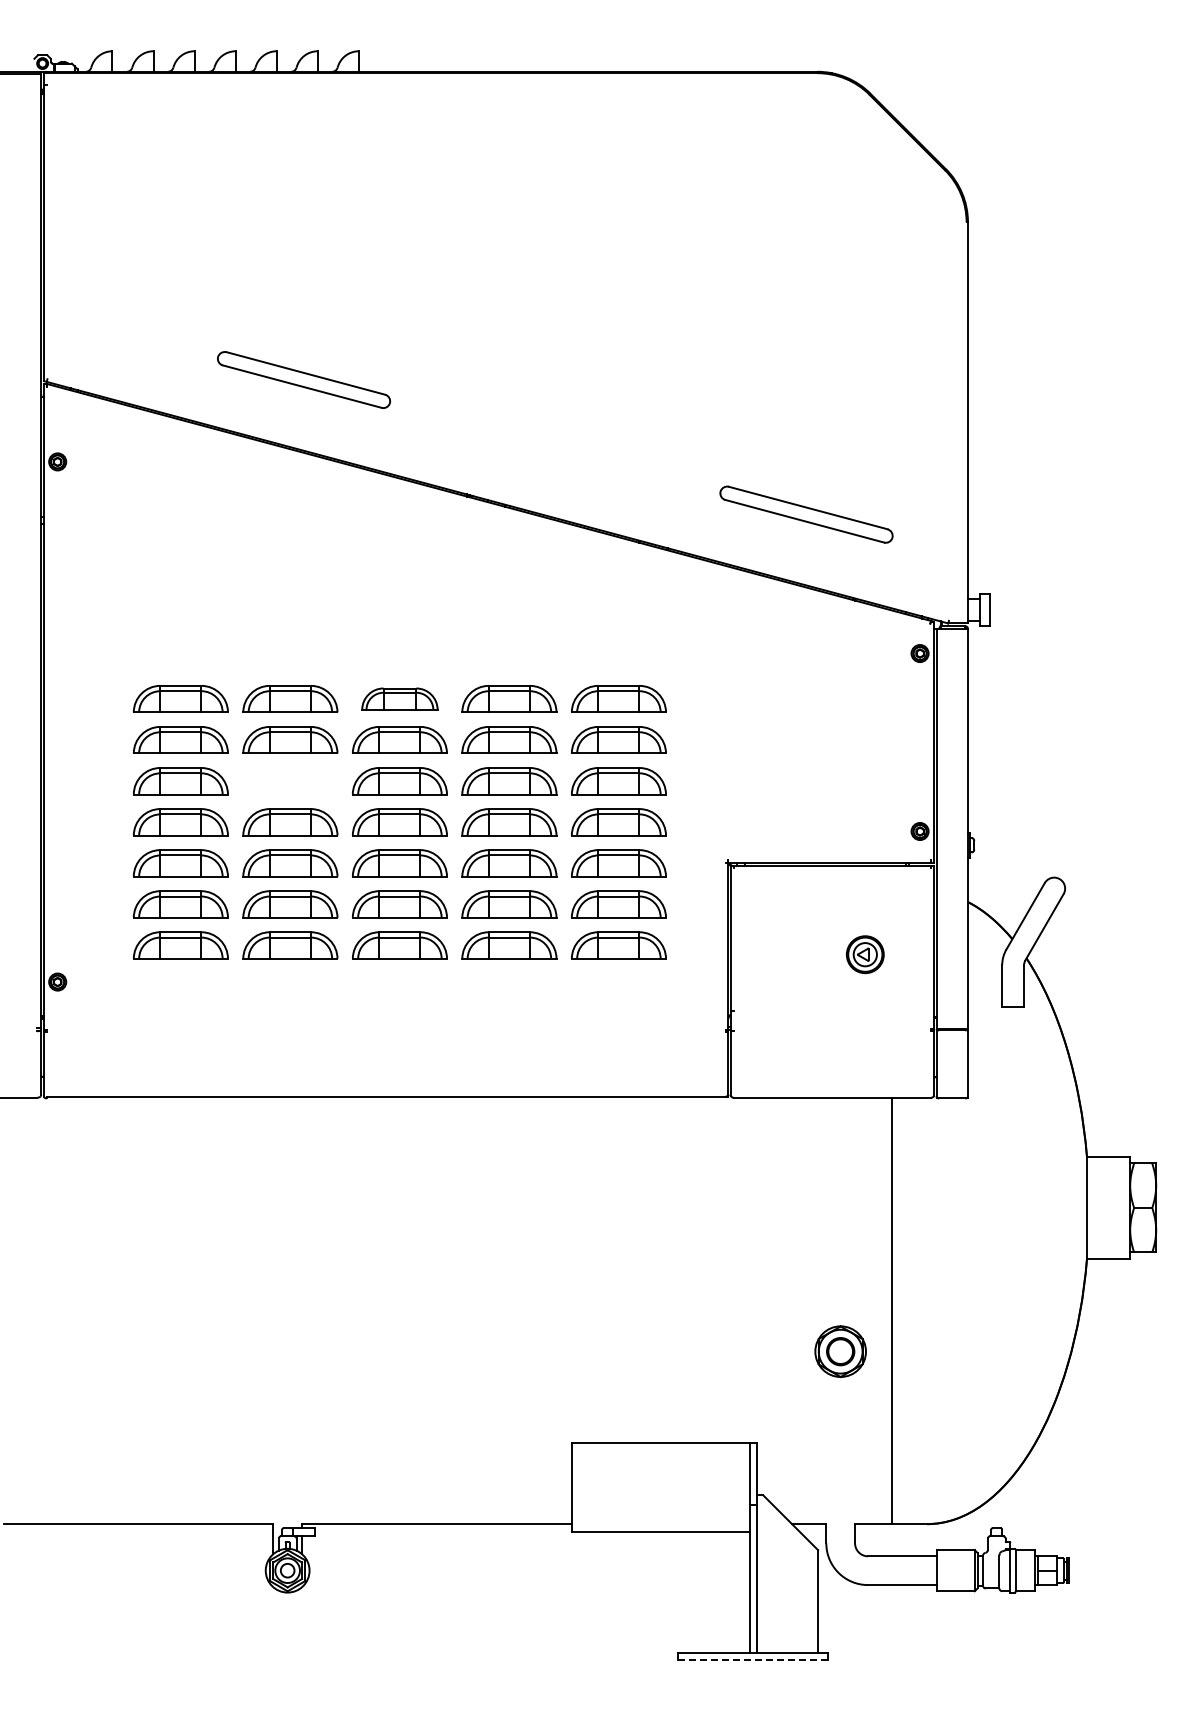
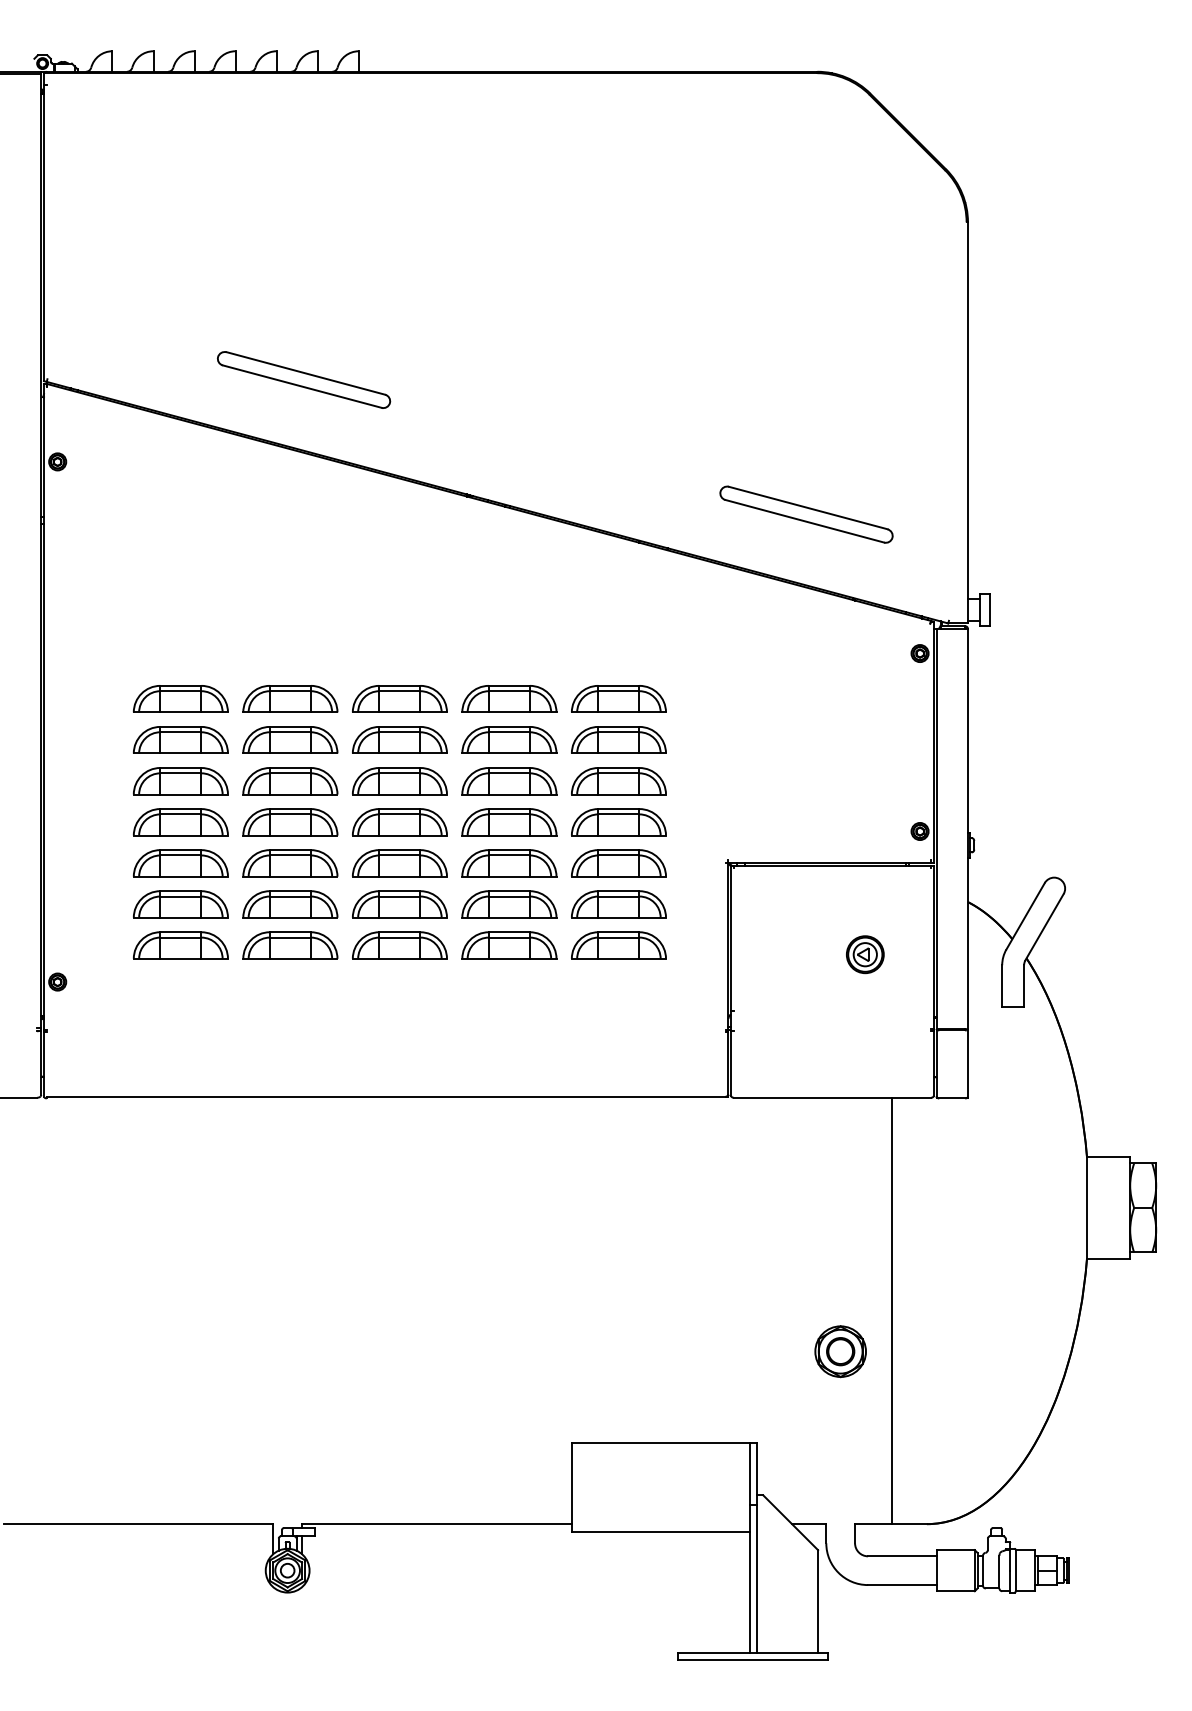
part at (399, 698) size: 78x24 px -> 96x28 px
part at (290, 781): none -> present
line at (753, 1659): dashed -> solid
